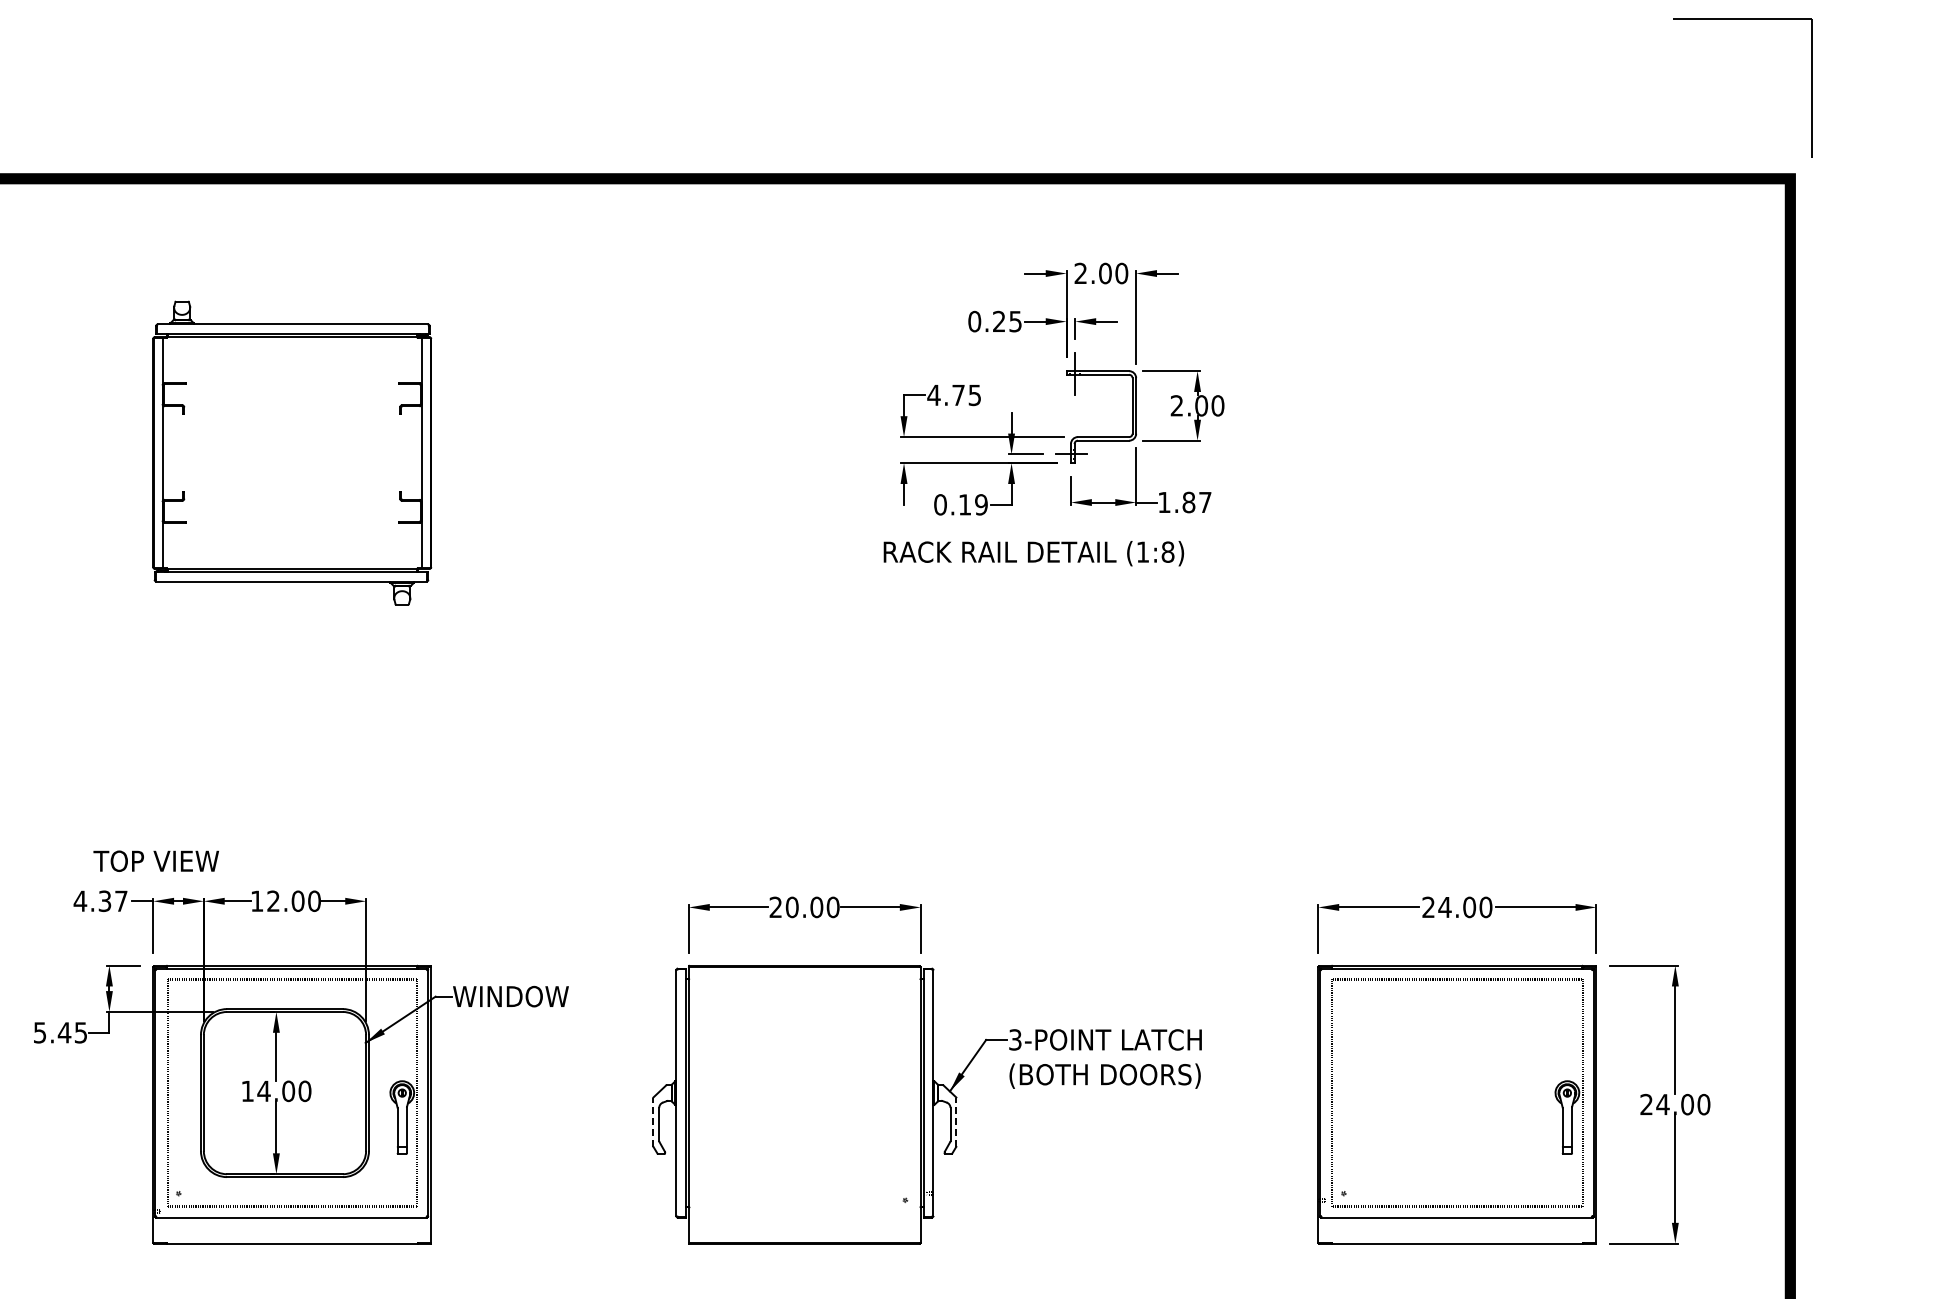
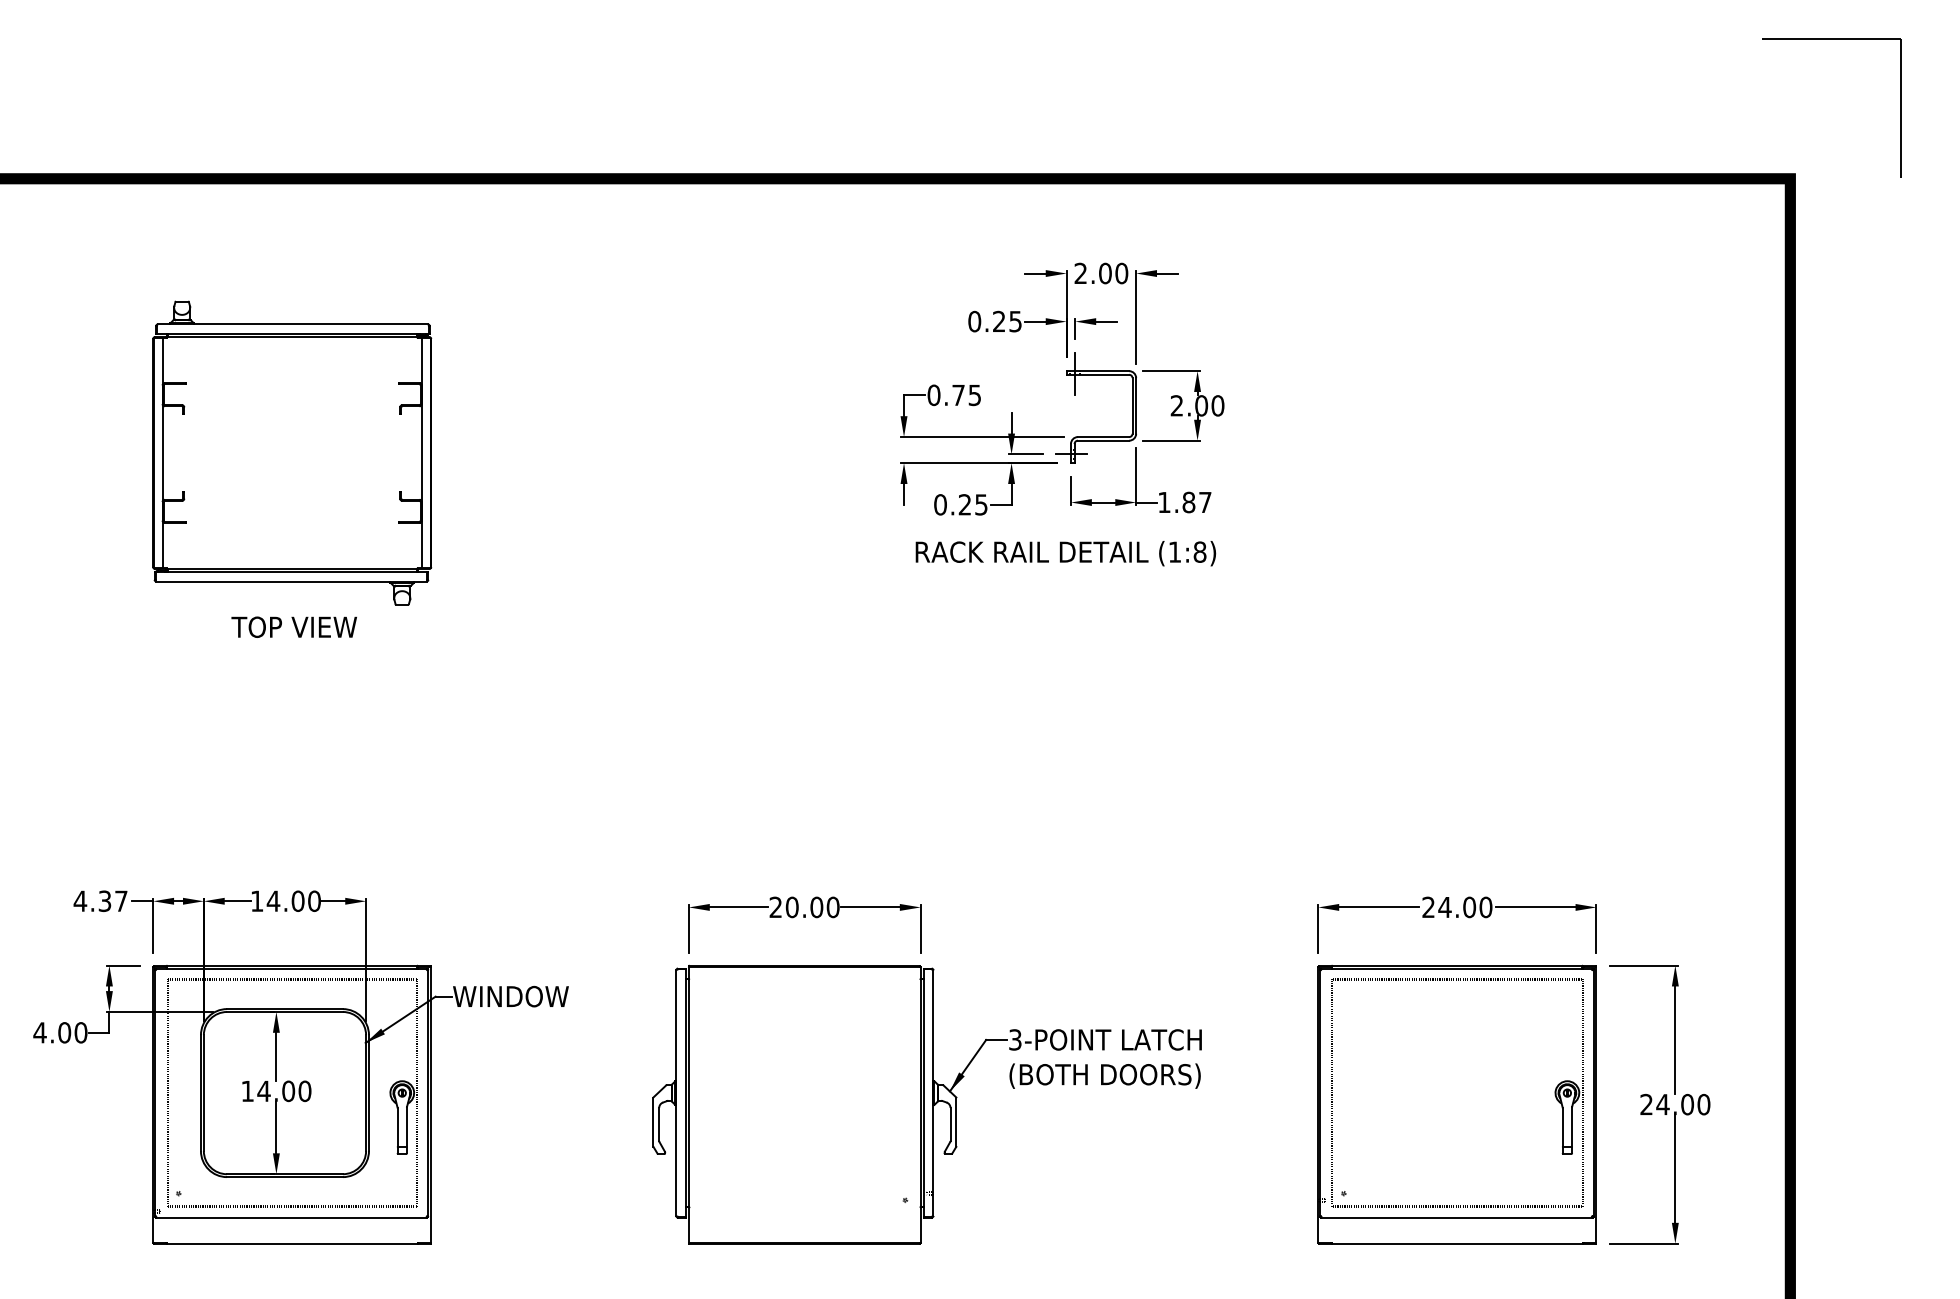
part at (1742, 19) position: (1742, 19) -> (1831, 39)
text at (933, 395): 4.75 -> 0.75
text at (972, 504): 0.19 -> 0.25
text at (1033, 553) position: (1033, 553) -> (1065, 553)
text at (155, 860) position: (155, 860) -> (293, 626)
text at (273, 900): 12.00 -> 14.00
text at (60, 1032): 5.45 -> 4.00
line at (653, 1122): dashed -> solid
line at (956, 1122): dashed -> solid
